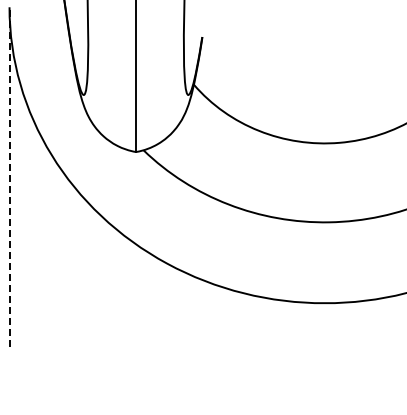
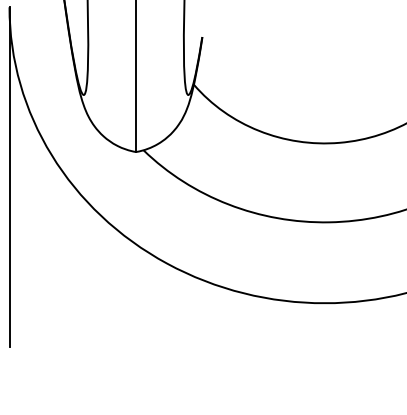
line at (9, 177): dashed -> solid
